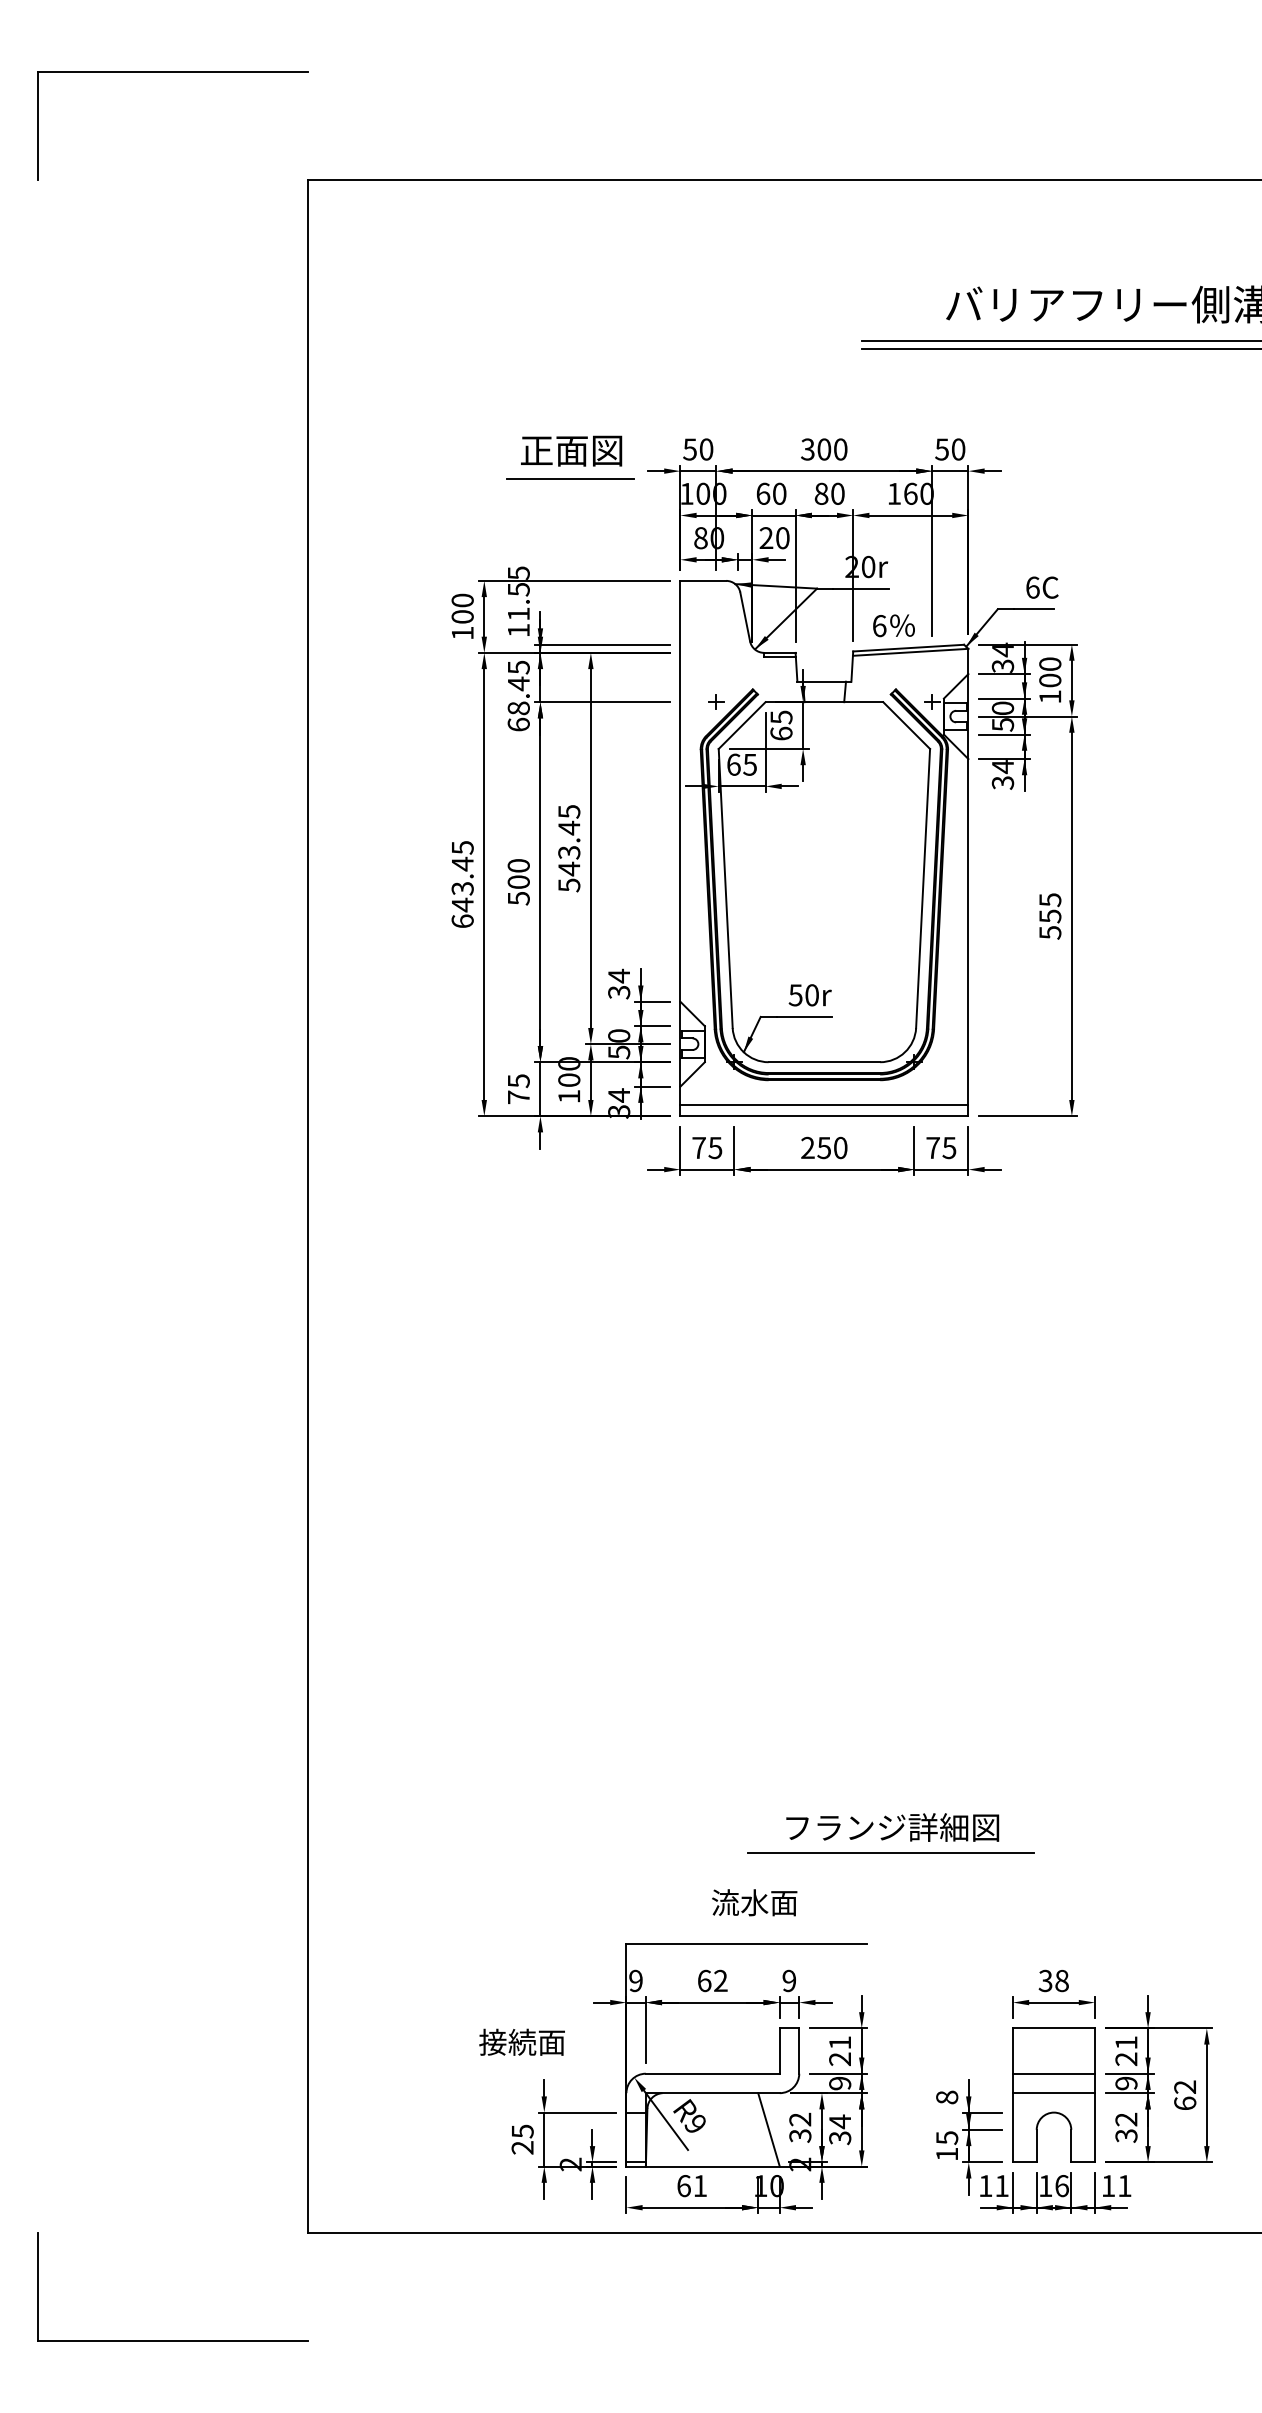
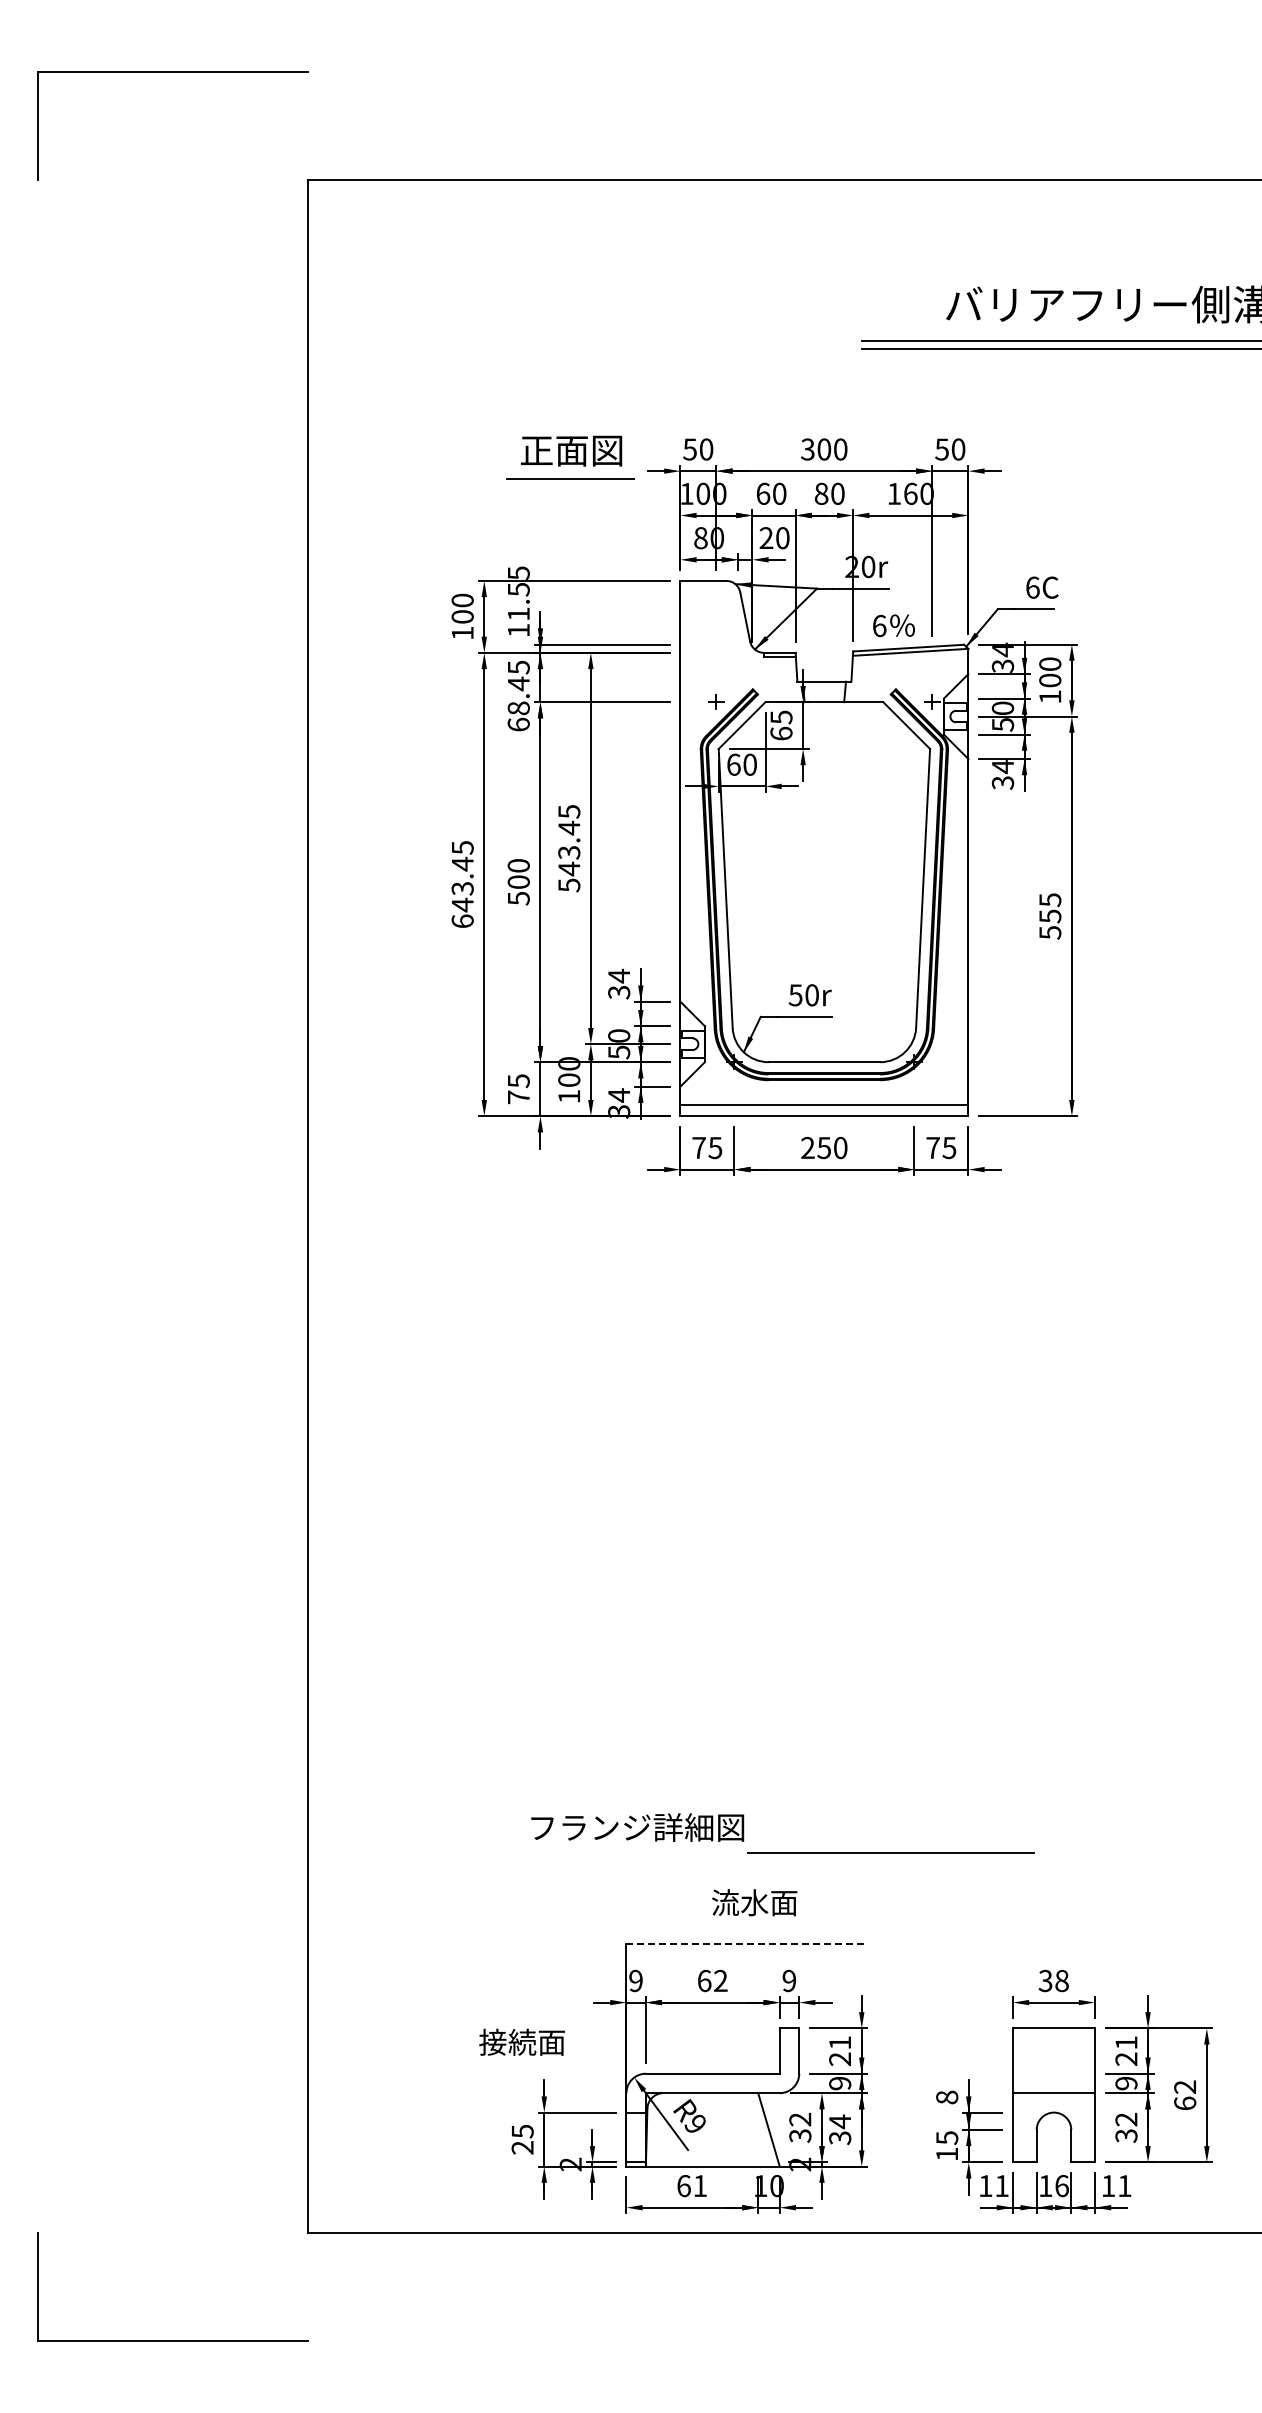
text at (749, 764): 65 -> 60
text at (892, 1827) position: (892, 1827) -> (637, 1827)
line at (747, 1944): solid -> dashed
line at (1053, 2073): present -> none
